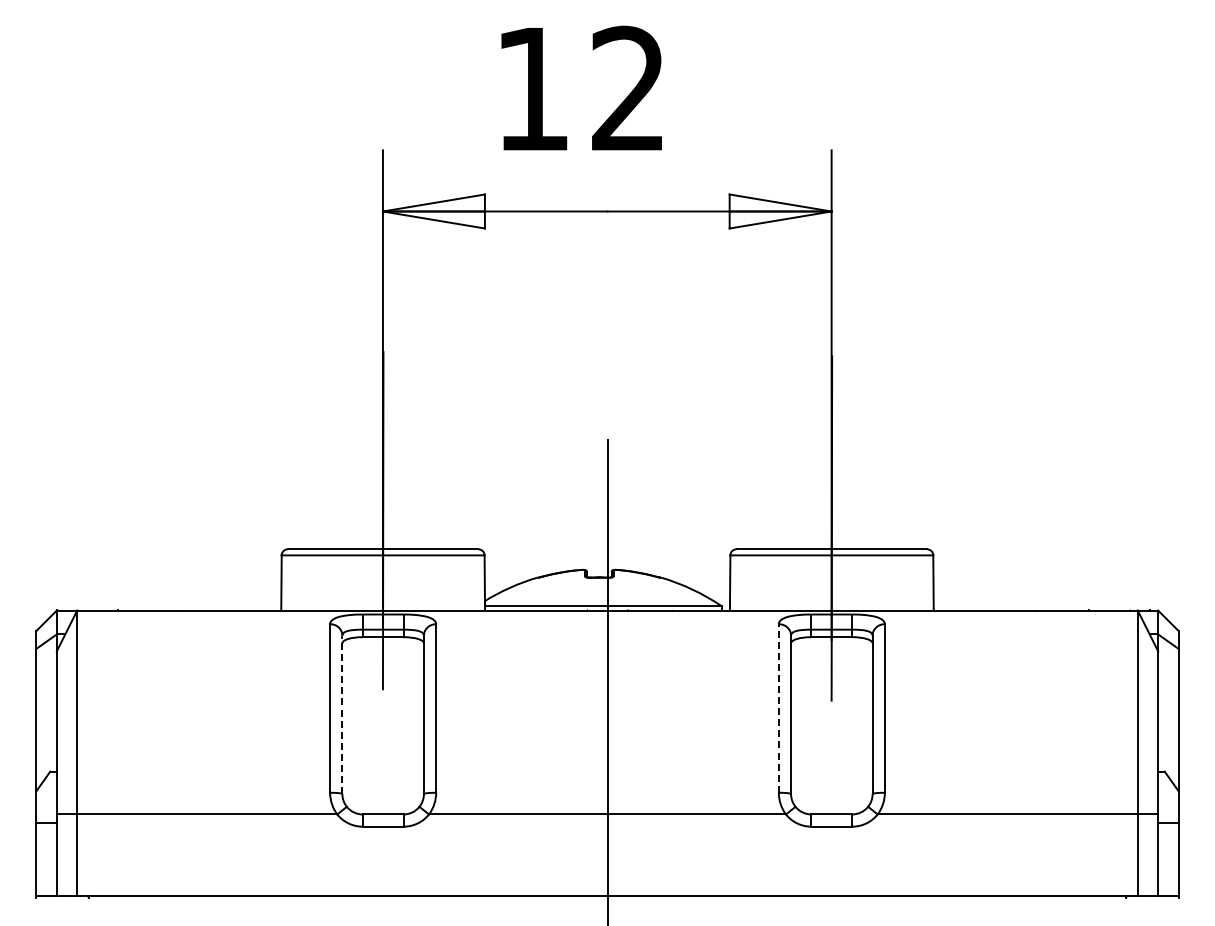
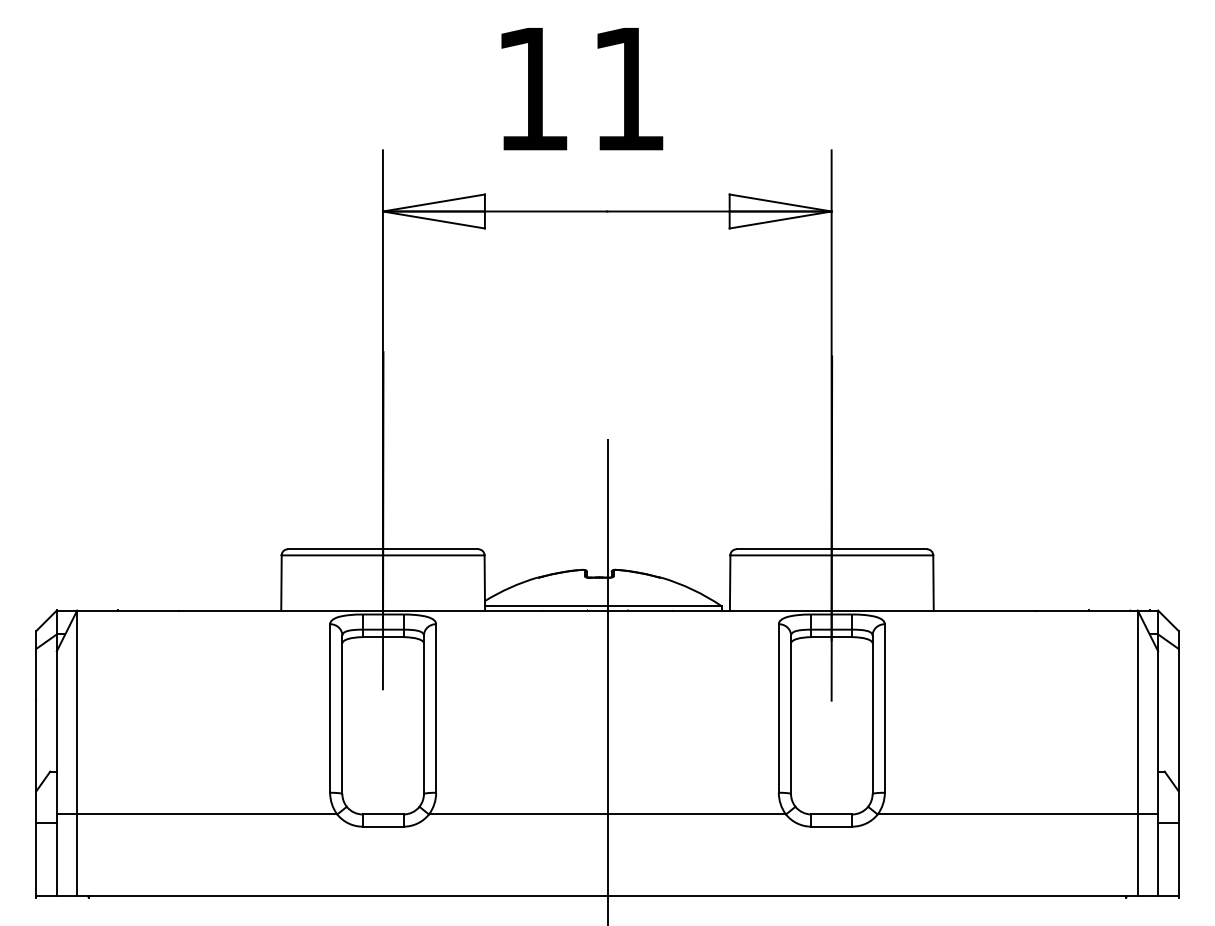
text at (627, 87): 12 -> 11
line at (778, 707): dashed -> solid
line at (342, 714): dashed -> solid
